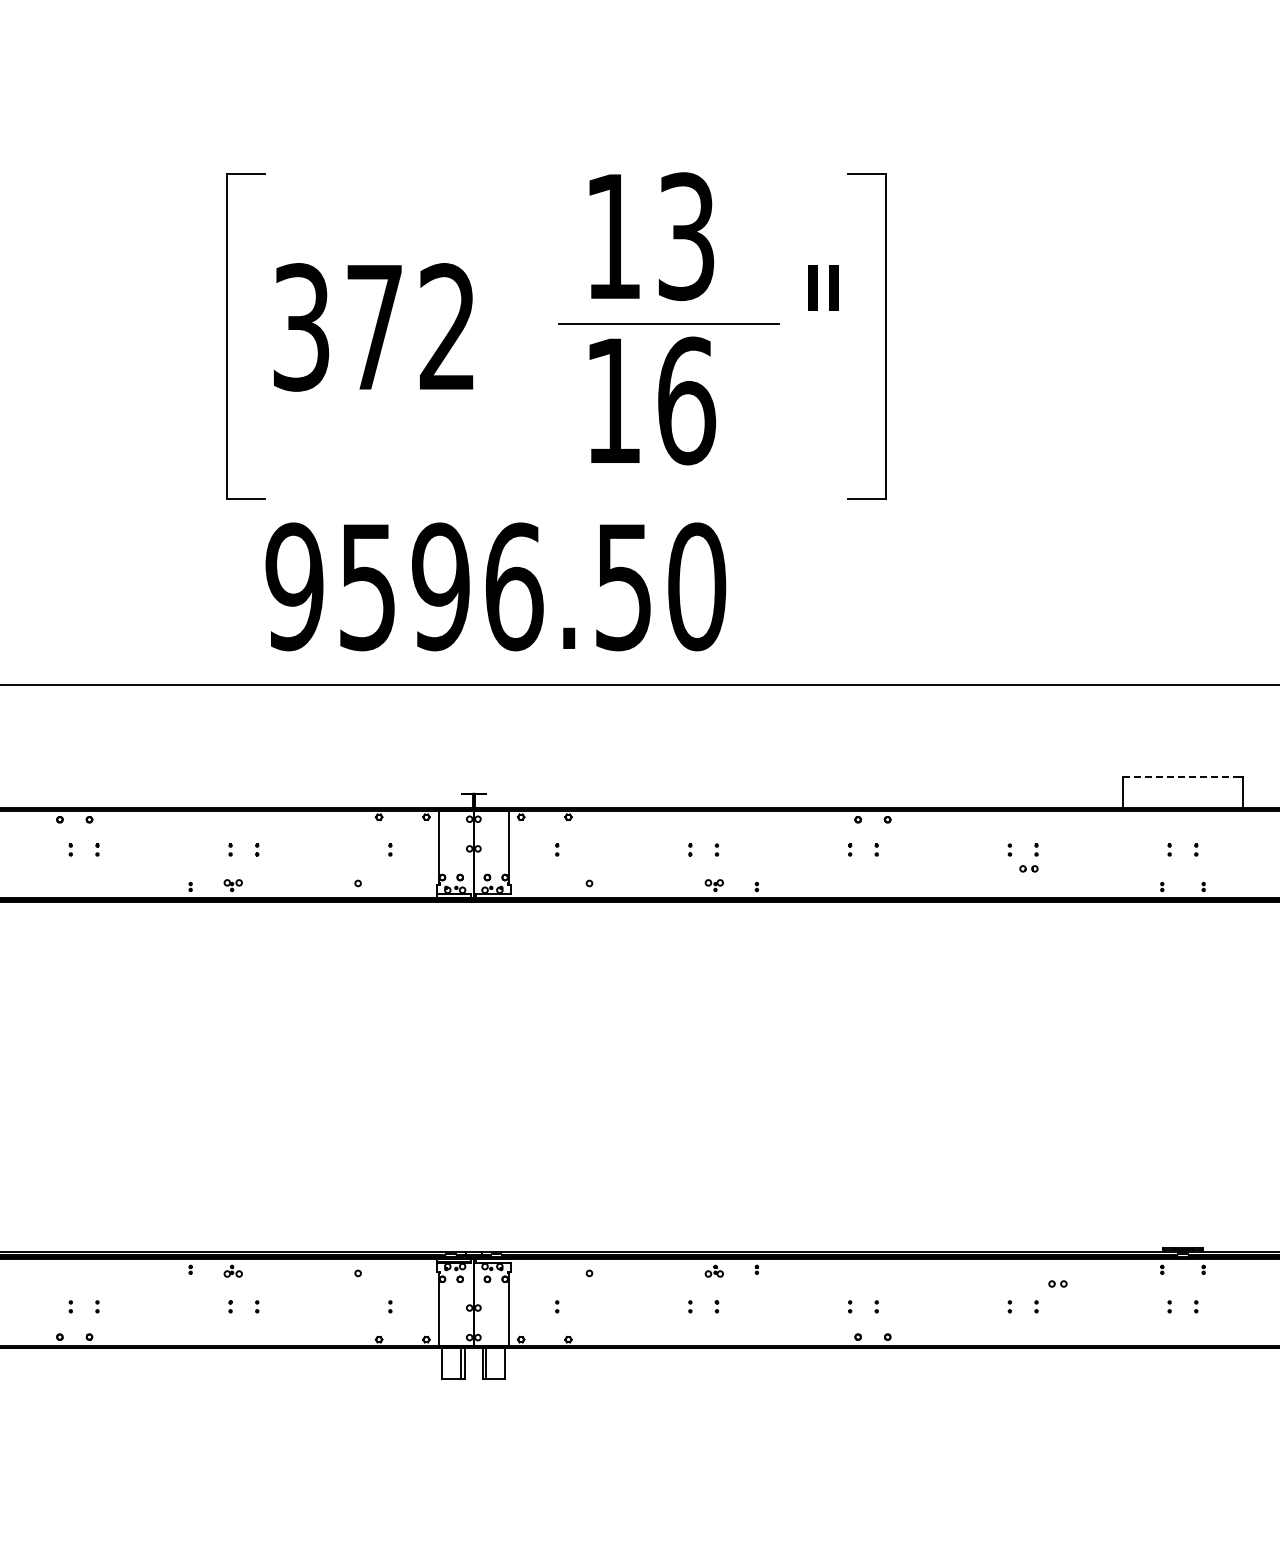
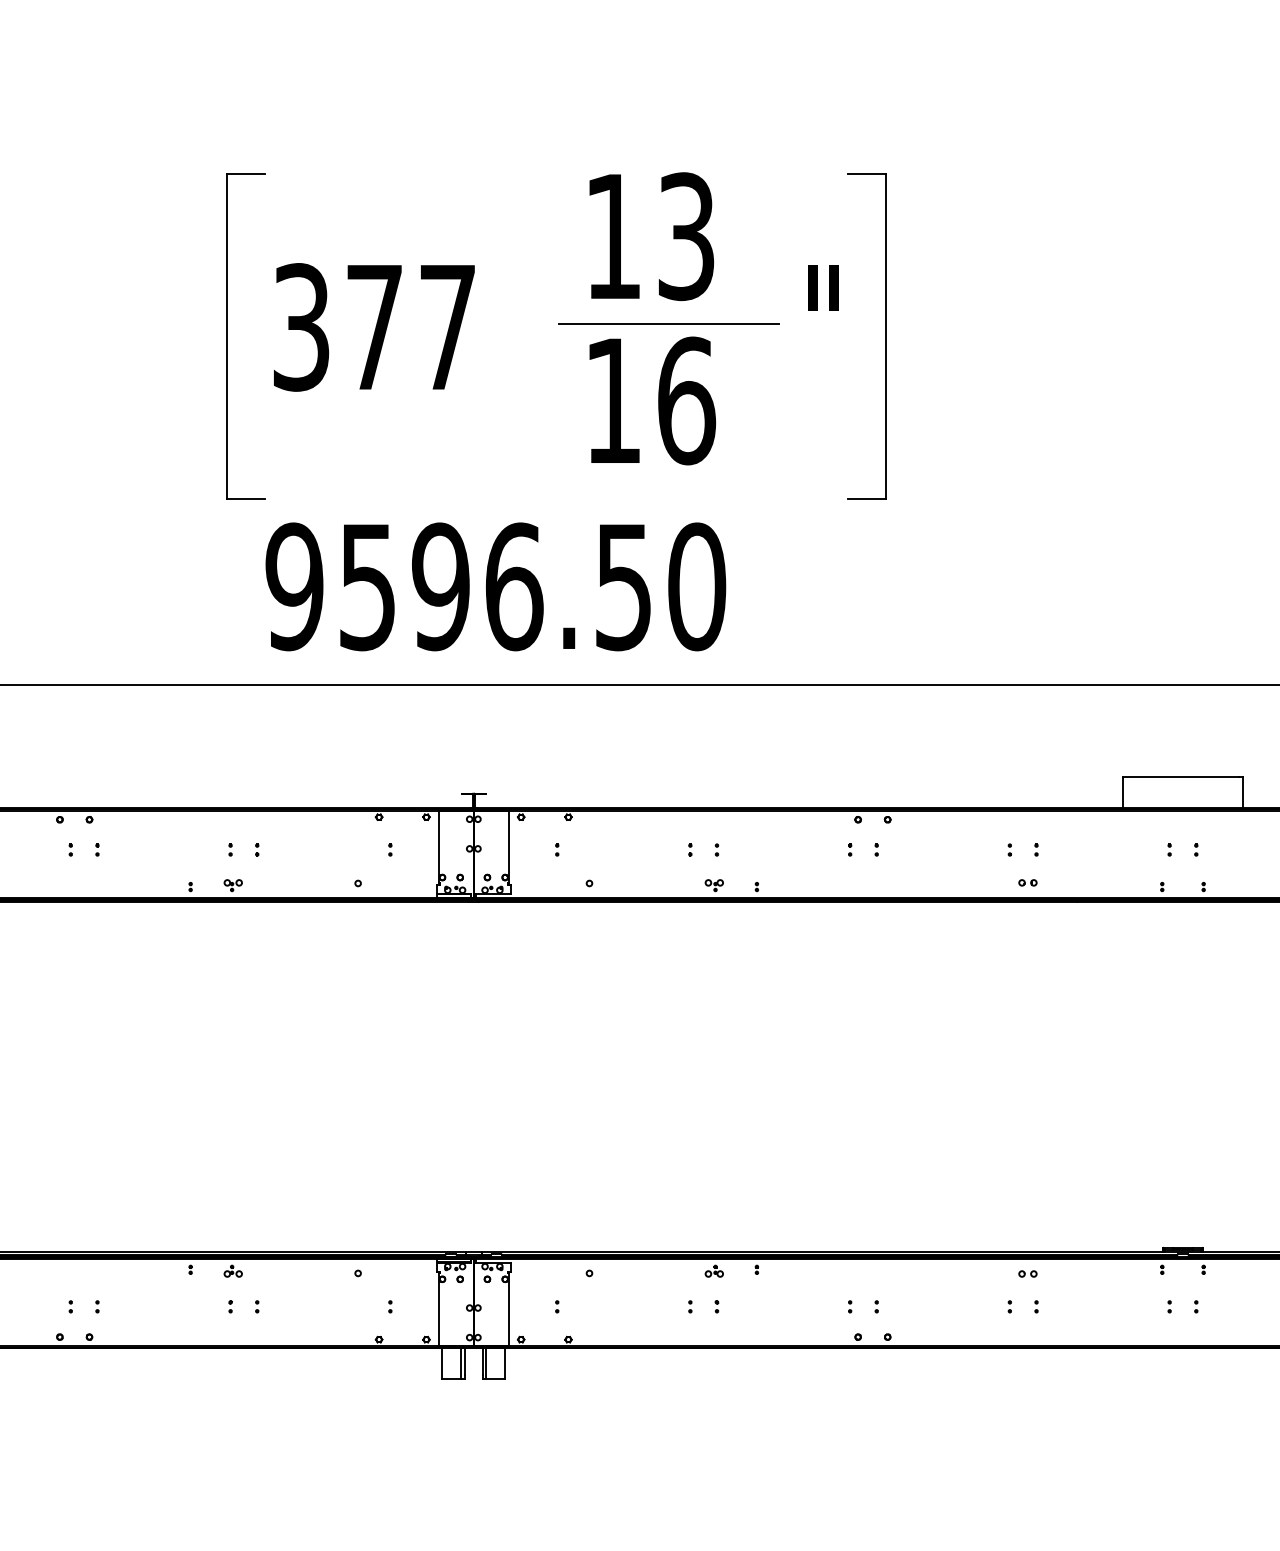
text at (447, 326): 372 -> 377
line at (1180, 777): dashed -> solid
part at (1028, 868) position: (1028, 868) -> (1027, 882)
part at (1057, 1283) position: (1057, 1283) -> (1027, 1273)
